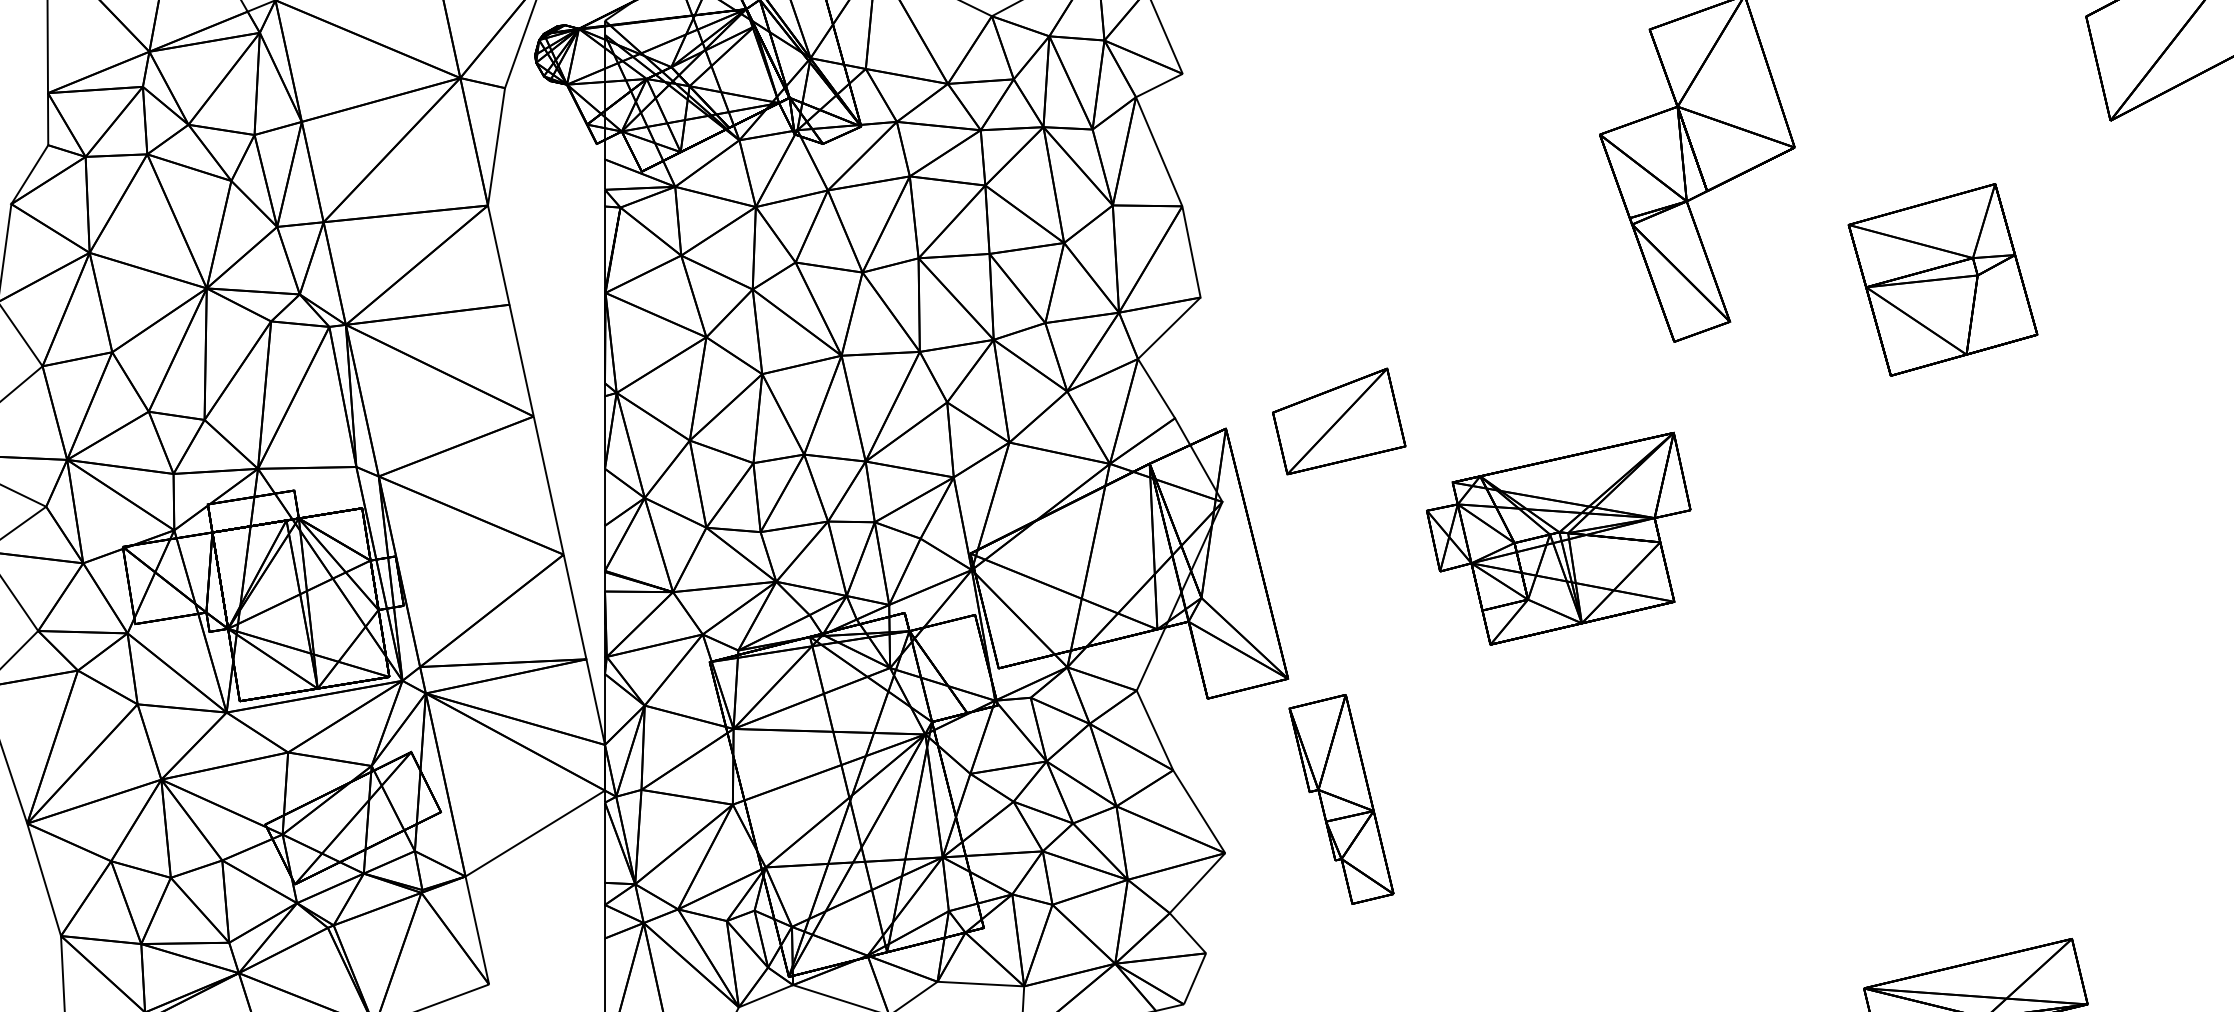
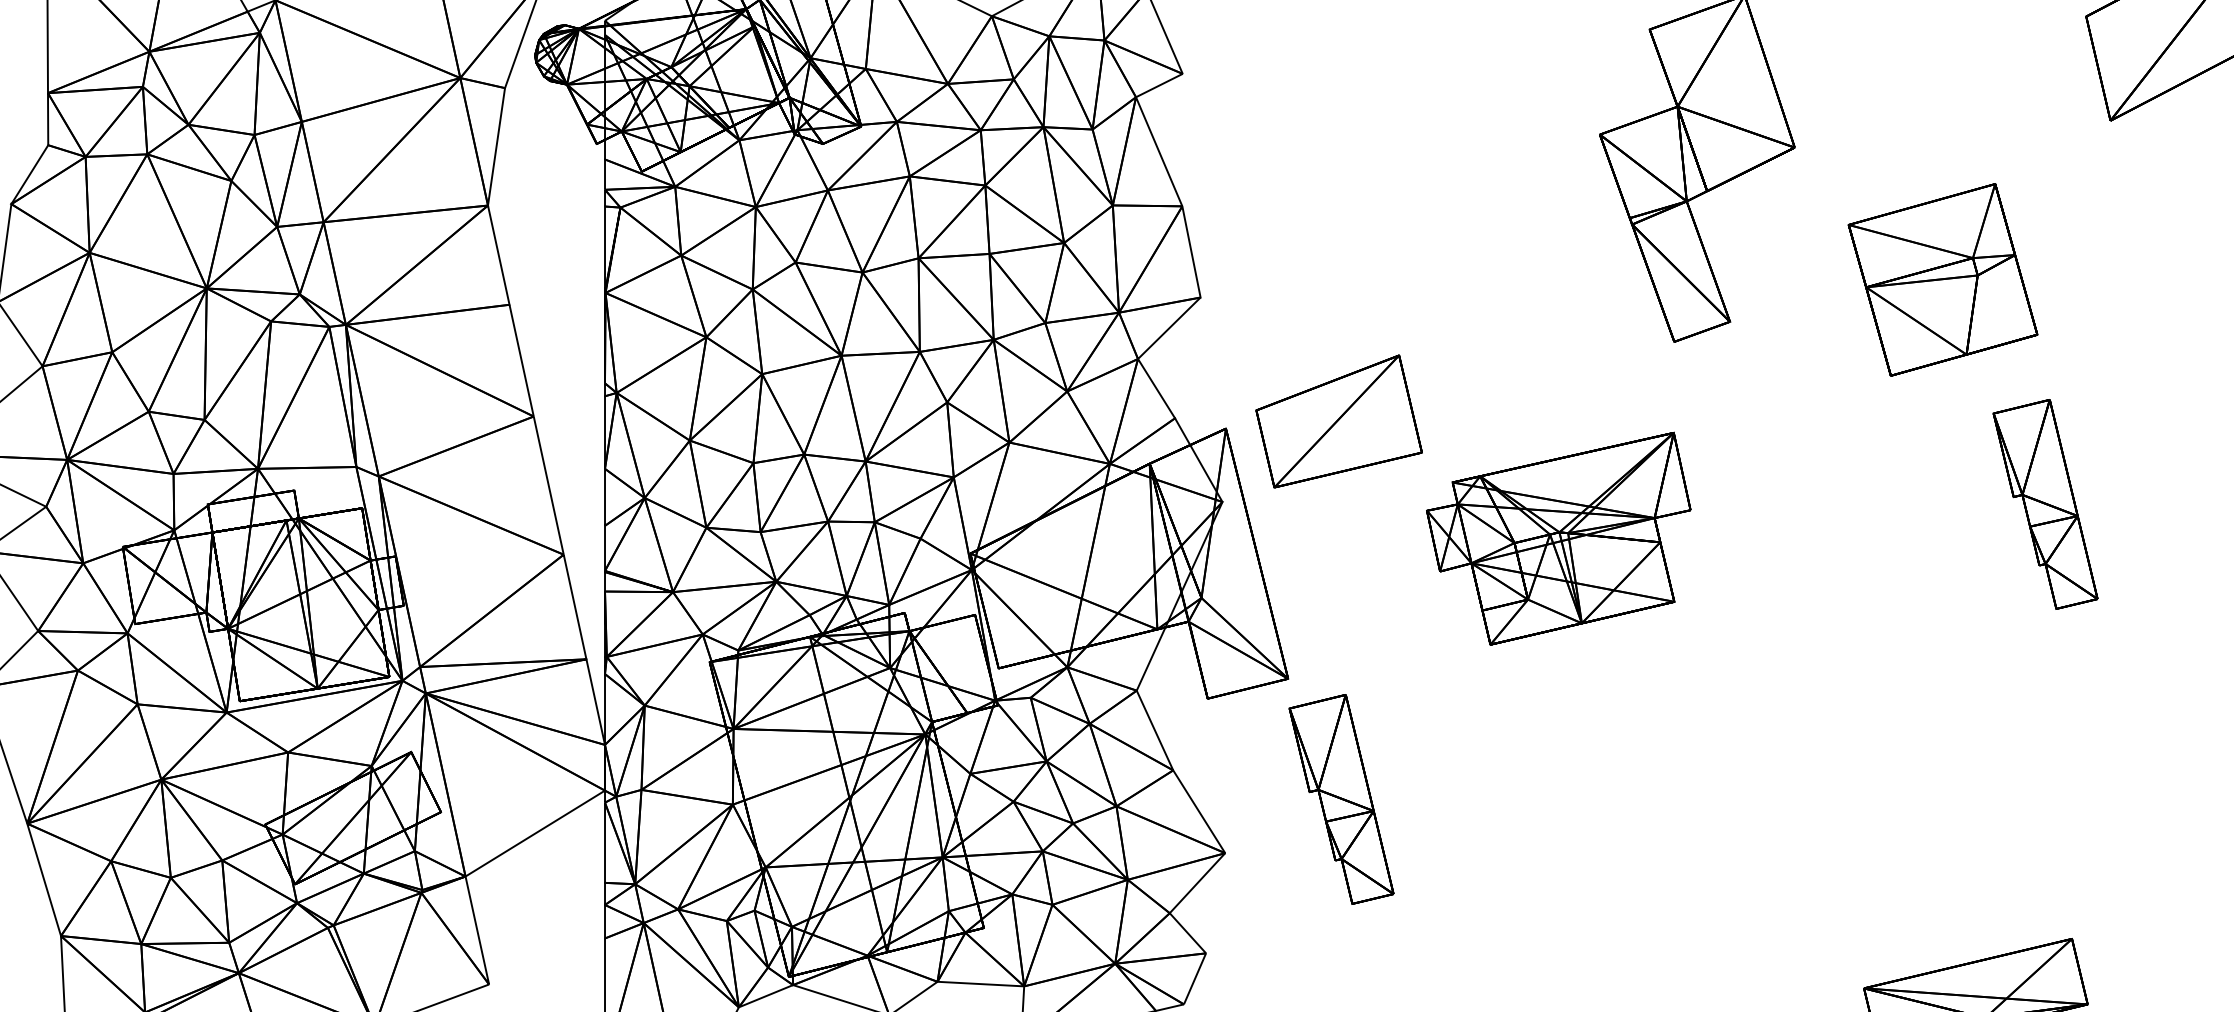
part at (1339, 421) size: 135x109 px -> 168x135 px
part at (2045, 504): none -> present
